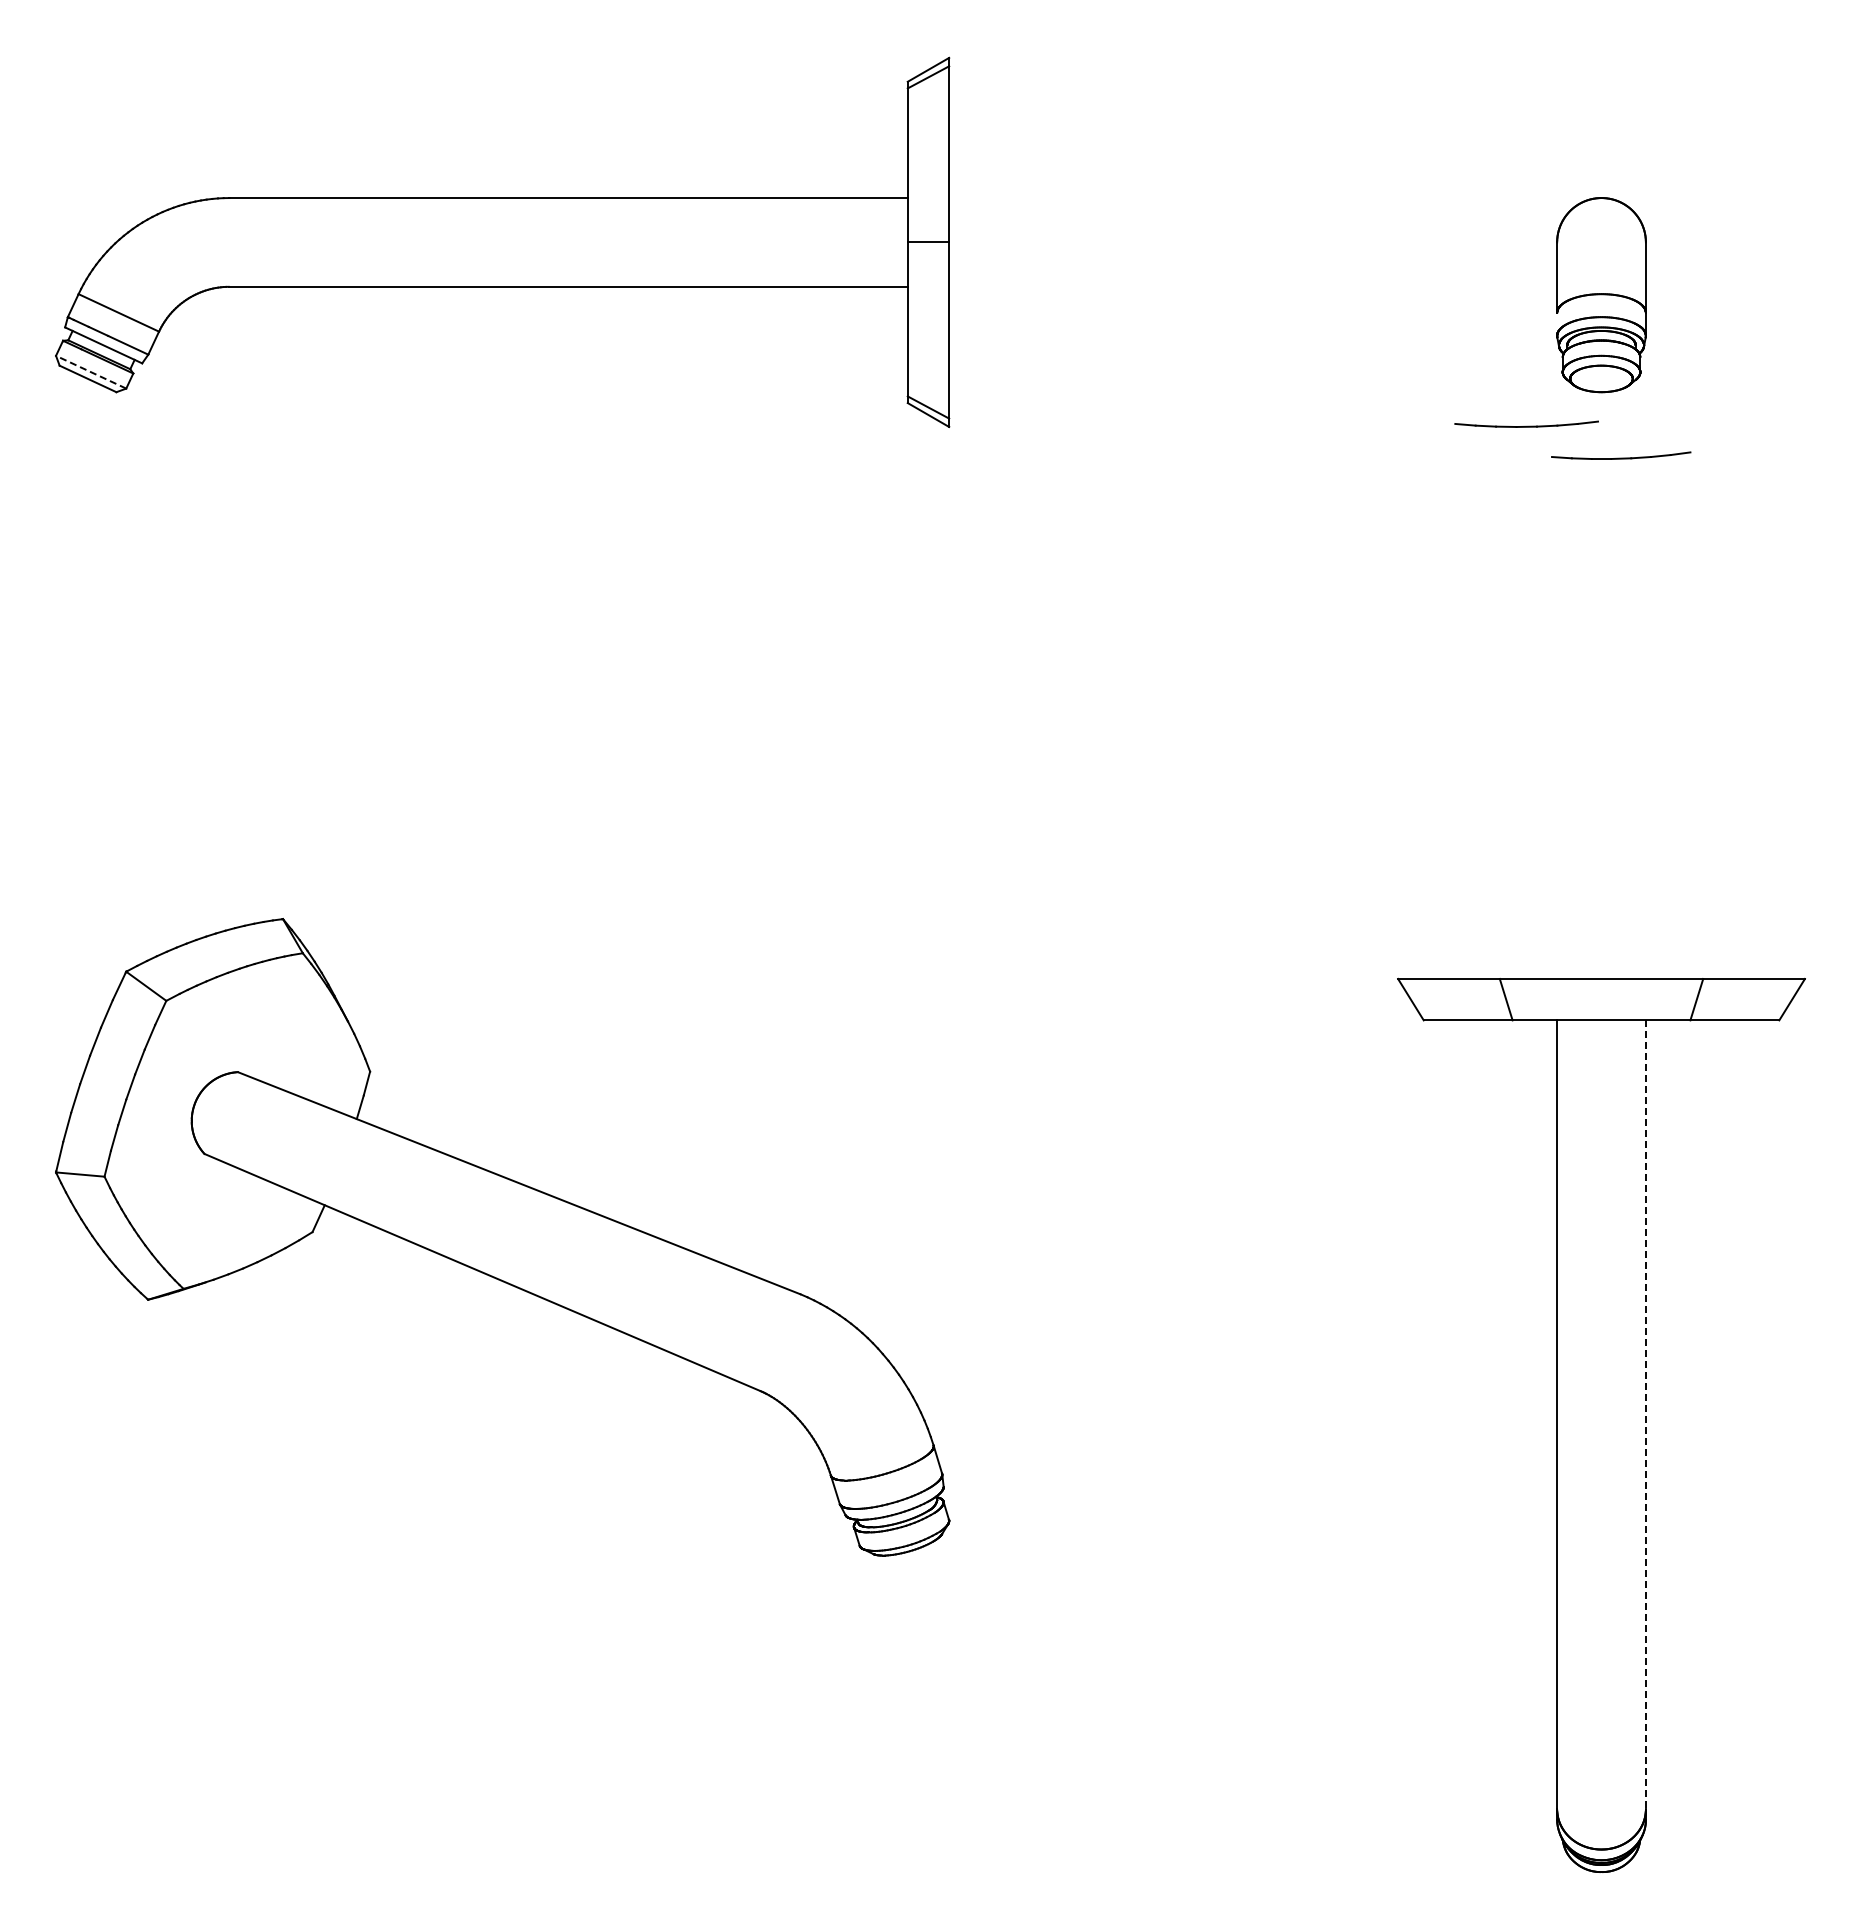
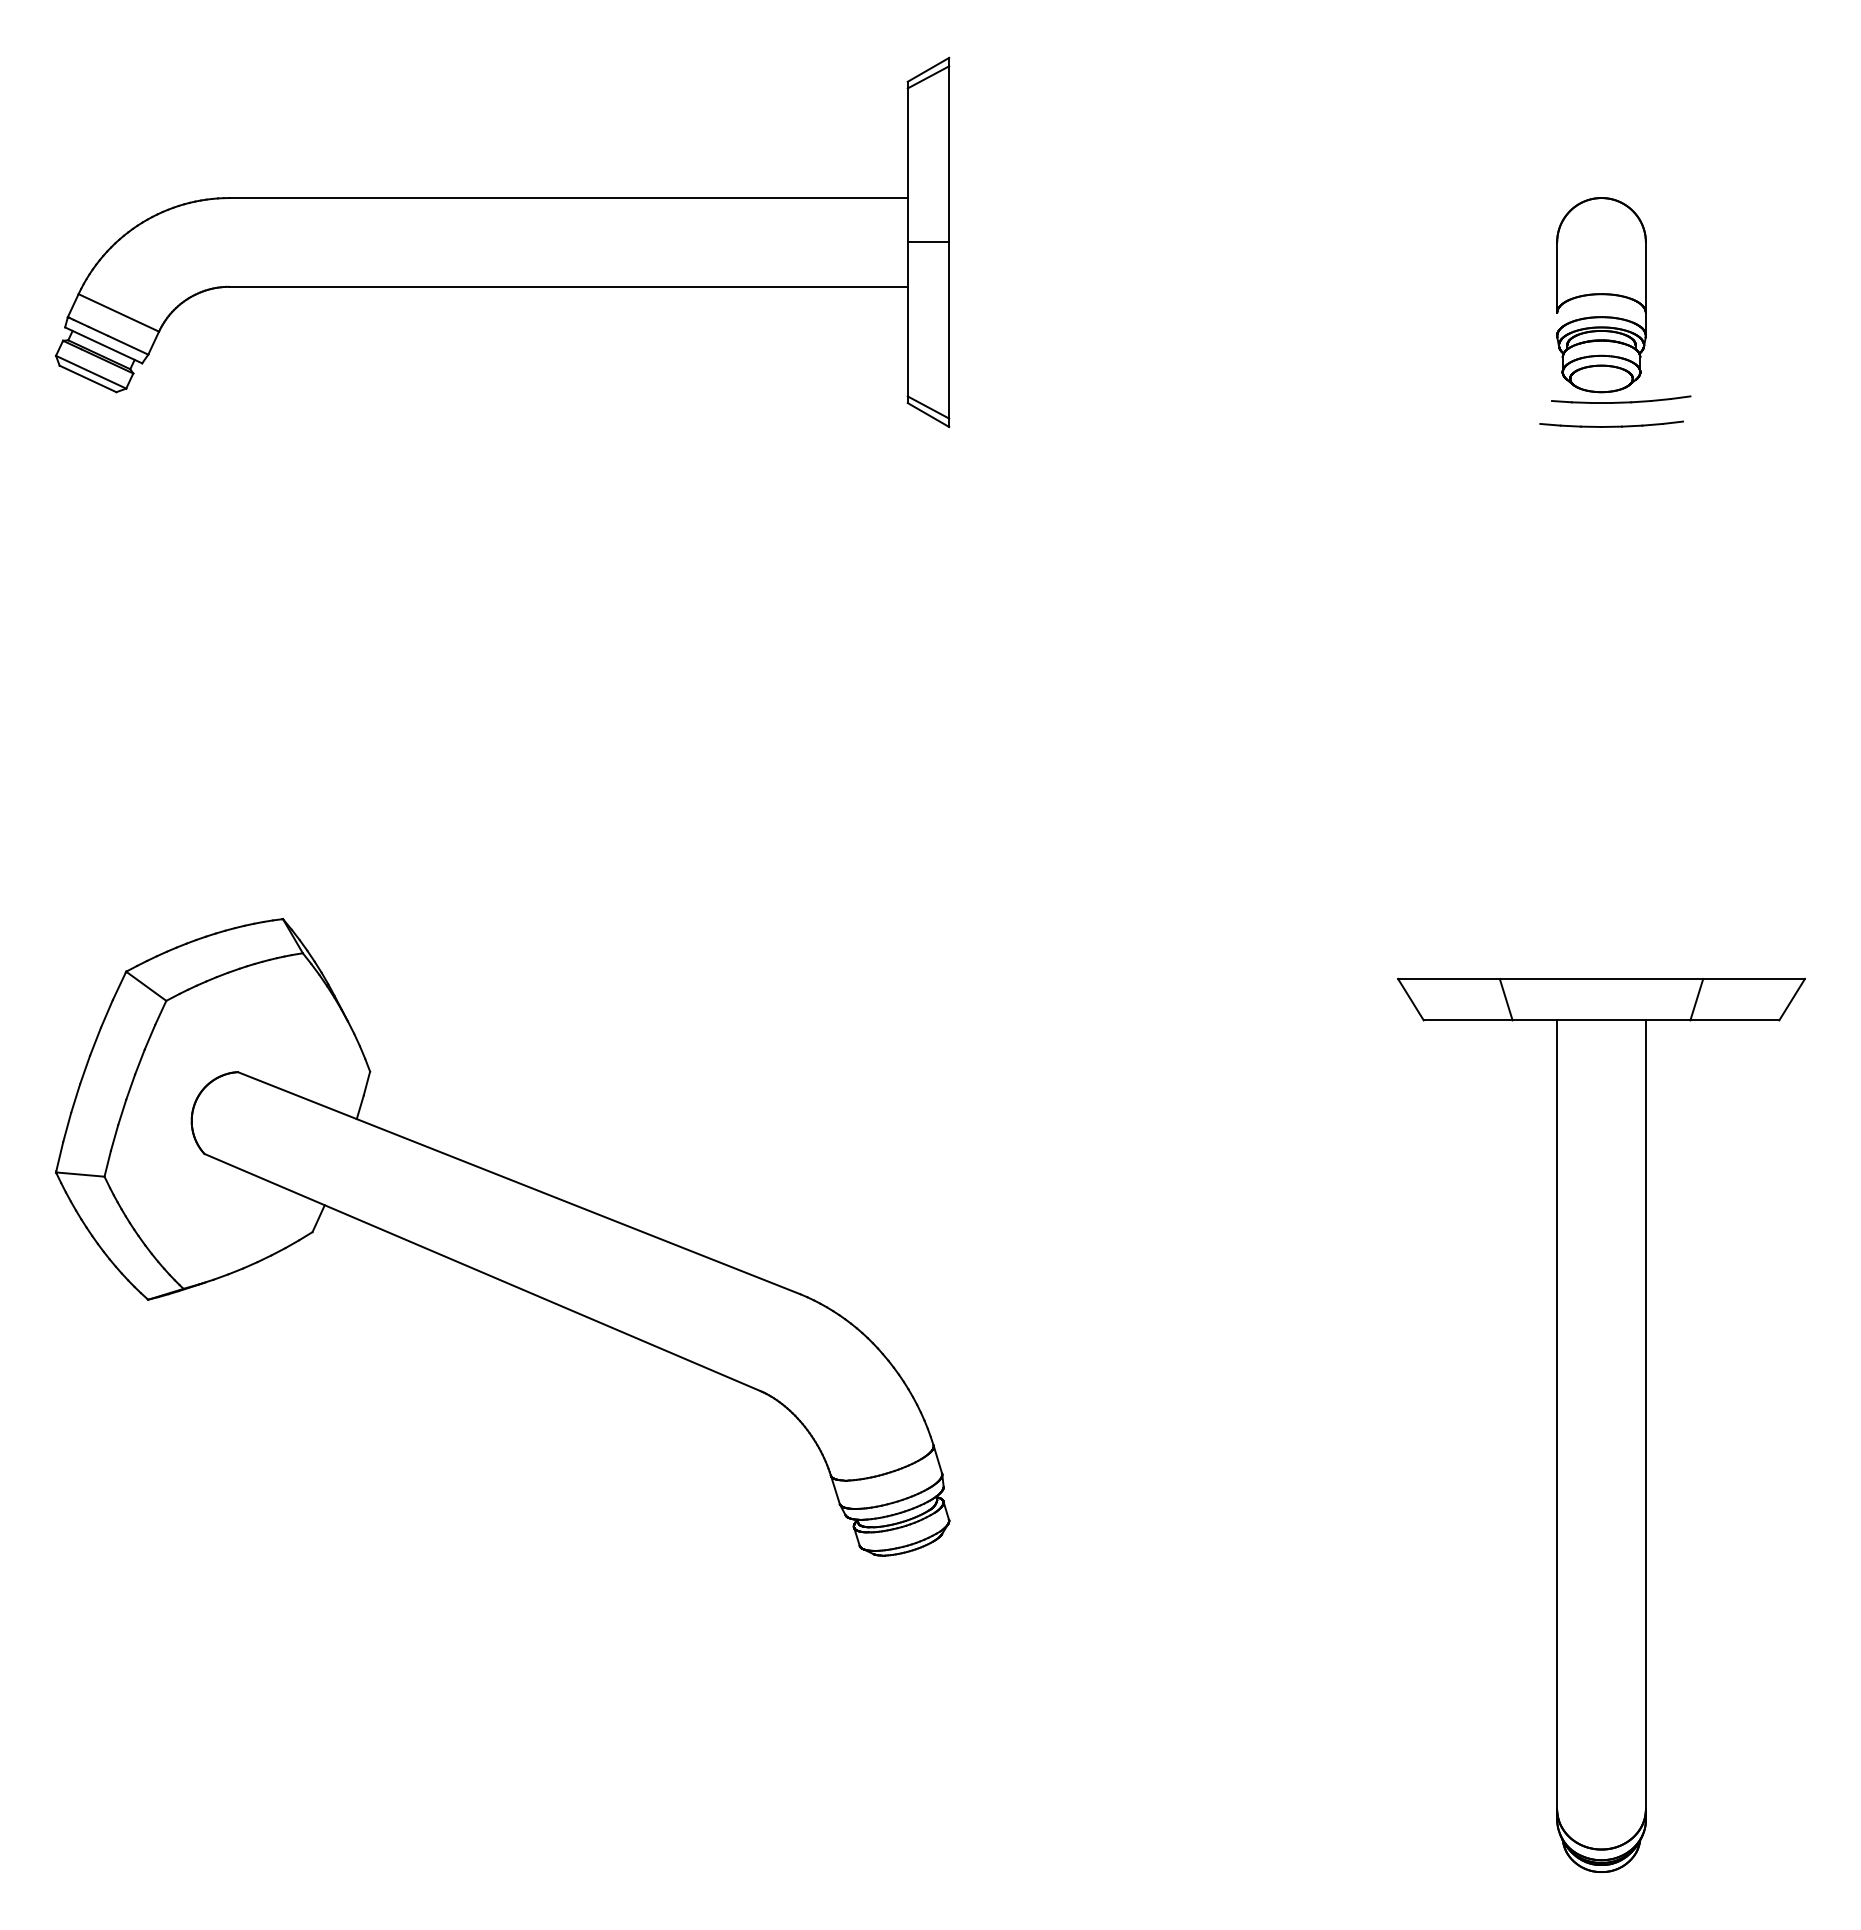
line at (91, 372): dashed -> solid
part at (1526, 423) position: (1526, 423) -> (1611, 423)
part at (1621, 455) position: (1621, 455) -> (1621, 399)
line at (1645, 1415): dashed -> solid
